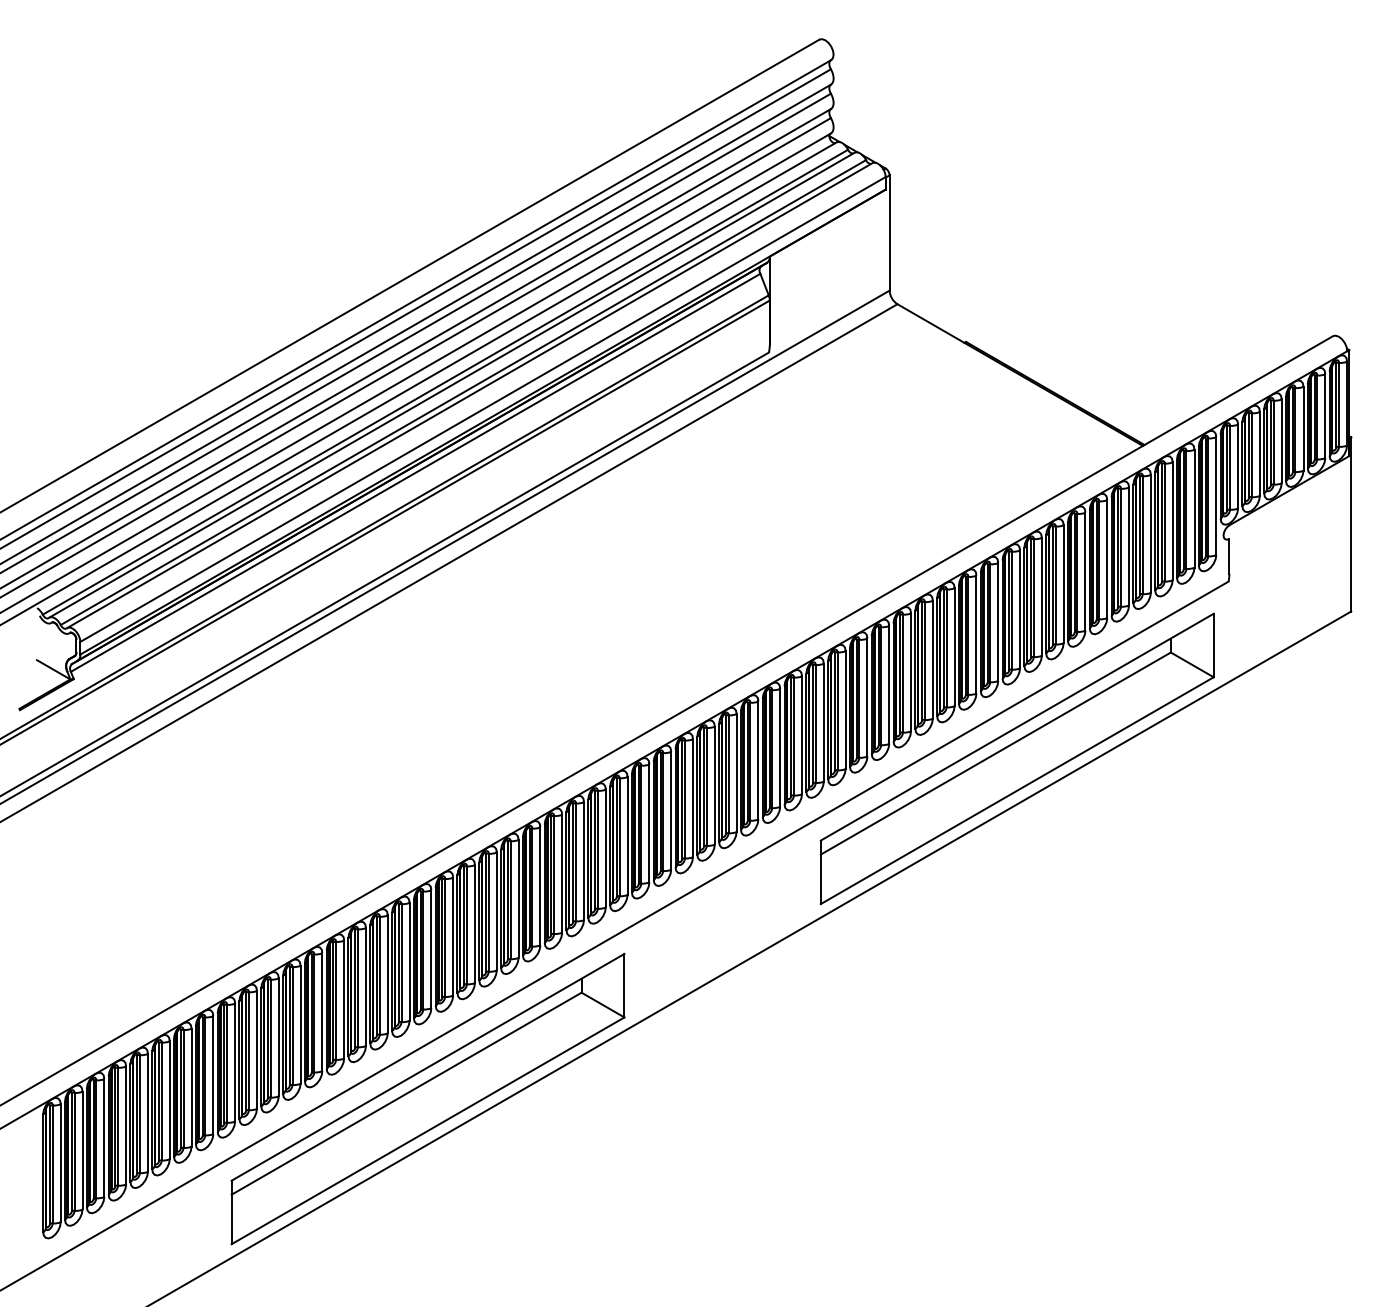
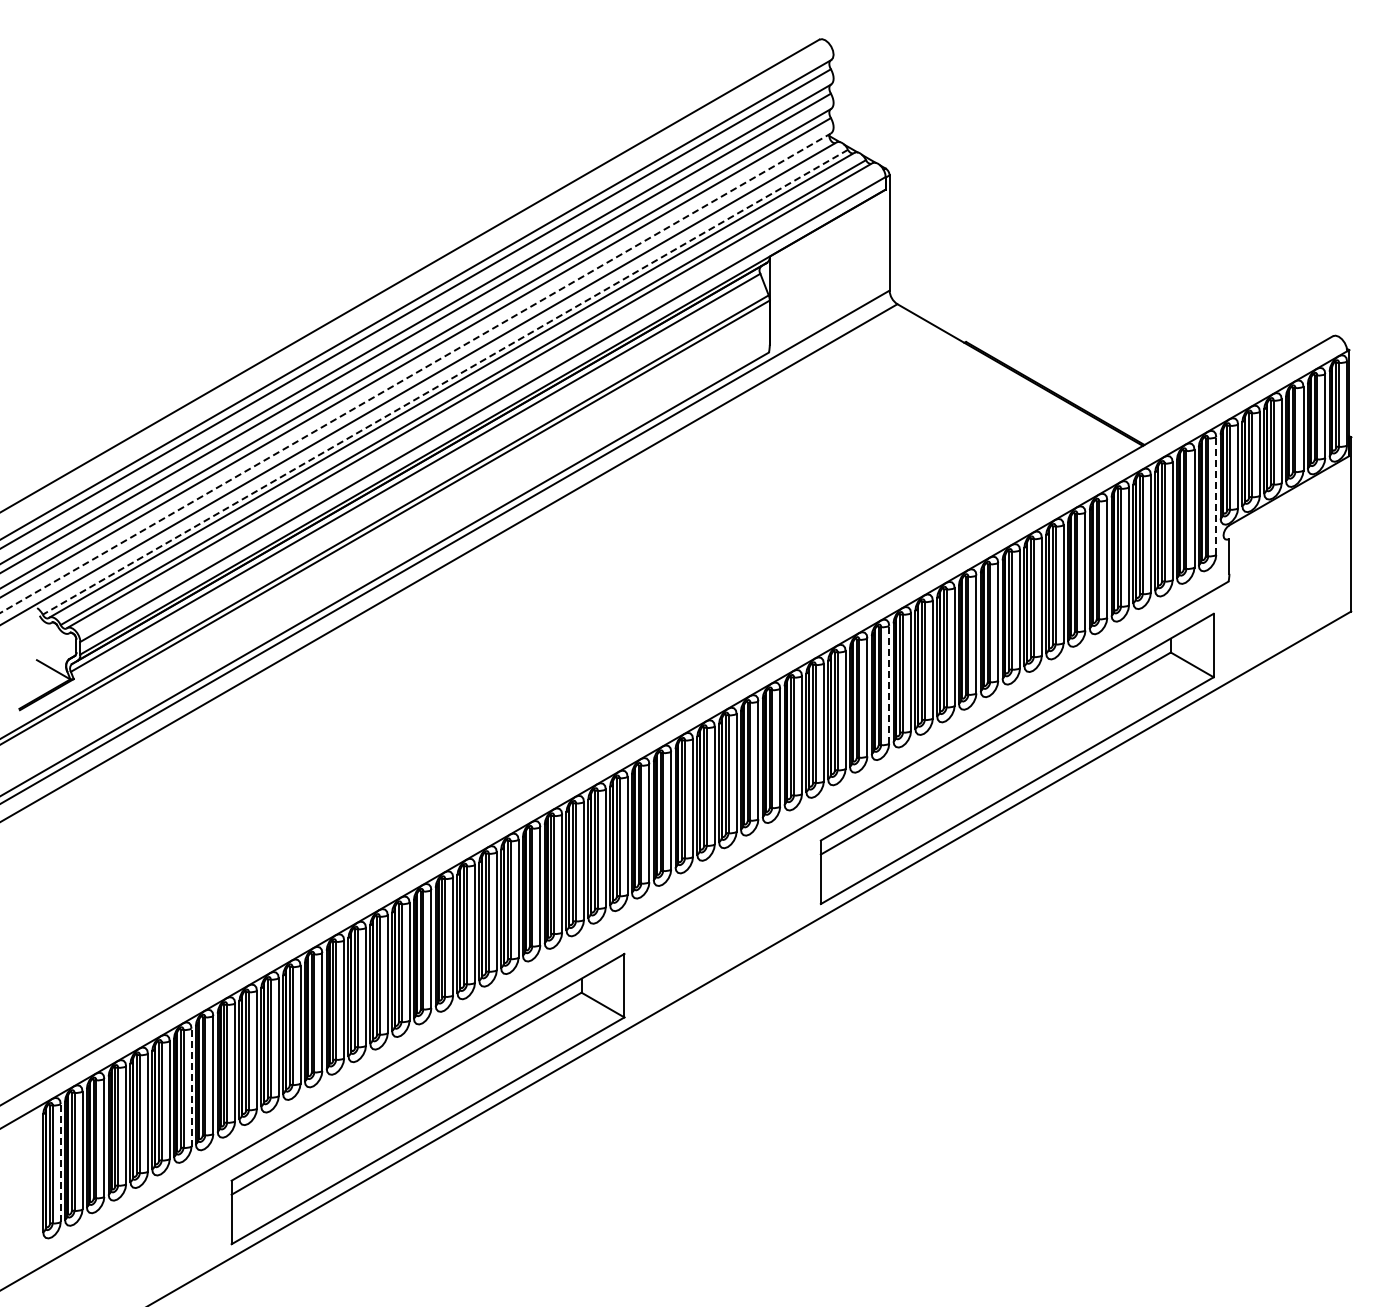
line at (416, 373): solid -> dashed
line at (445, 382): solid -> dashed
line at (1216, 496): solid -> dashed
line at (889, 684): solid -> dashed
line at (191, 1087): solid -> dashed
line at (60, 1163): solid -> dashed
